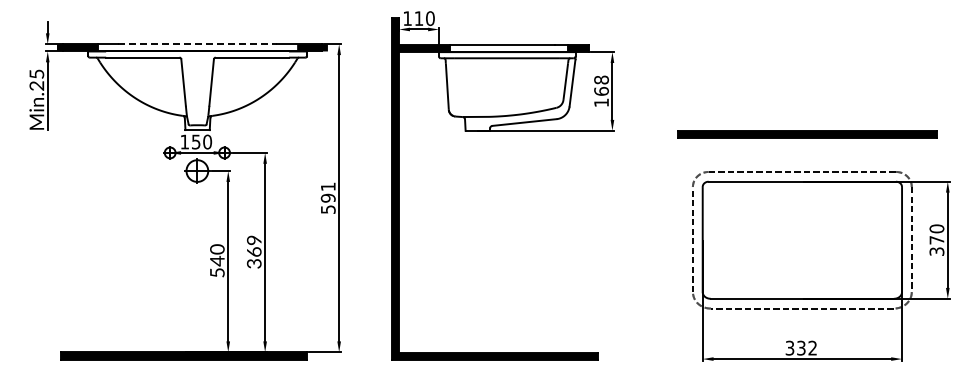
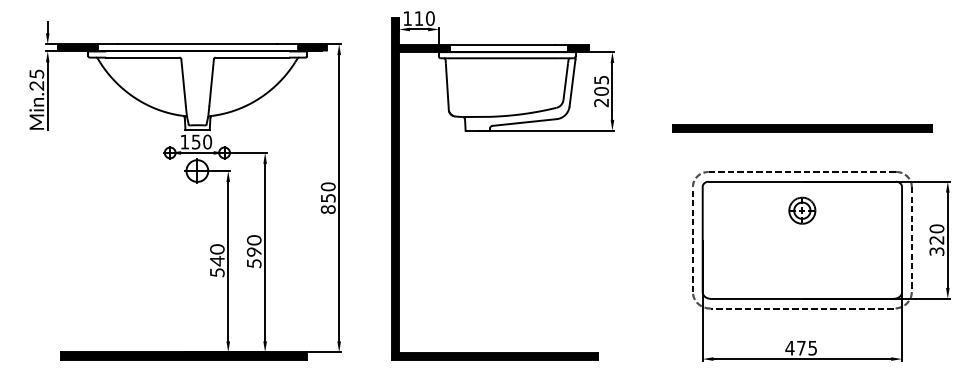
line at (198, 44): dashed -> solid
text at (601, 91): 168 -> 205
part at (807, 134) position: (807, 134) -> (802, 128)
text at (327, 197): 591 -> 850
part at (802, 210): none -> present
text at (936, 240): 370 -> 320
text at (253, 251): 369 -> 590
text at (800, 347): 332 -> 475
